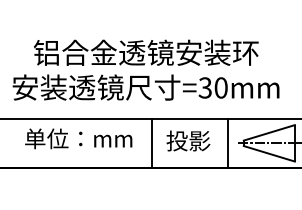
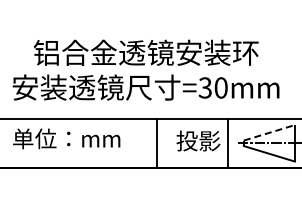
line at (269, 132): solid -> dashed
text at (78, 138) position: (78, 138) -> (66, 138)
text at (188, 140) position: (188, 140) -> (198, 140)
line at (151, 142) position: (151, 142) -> (156, 142)
